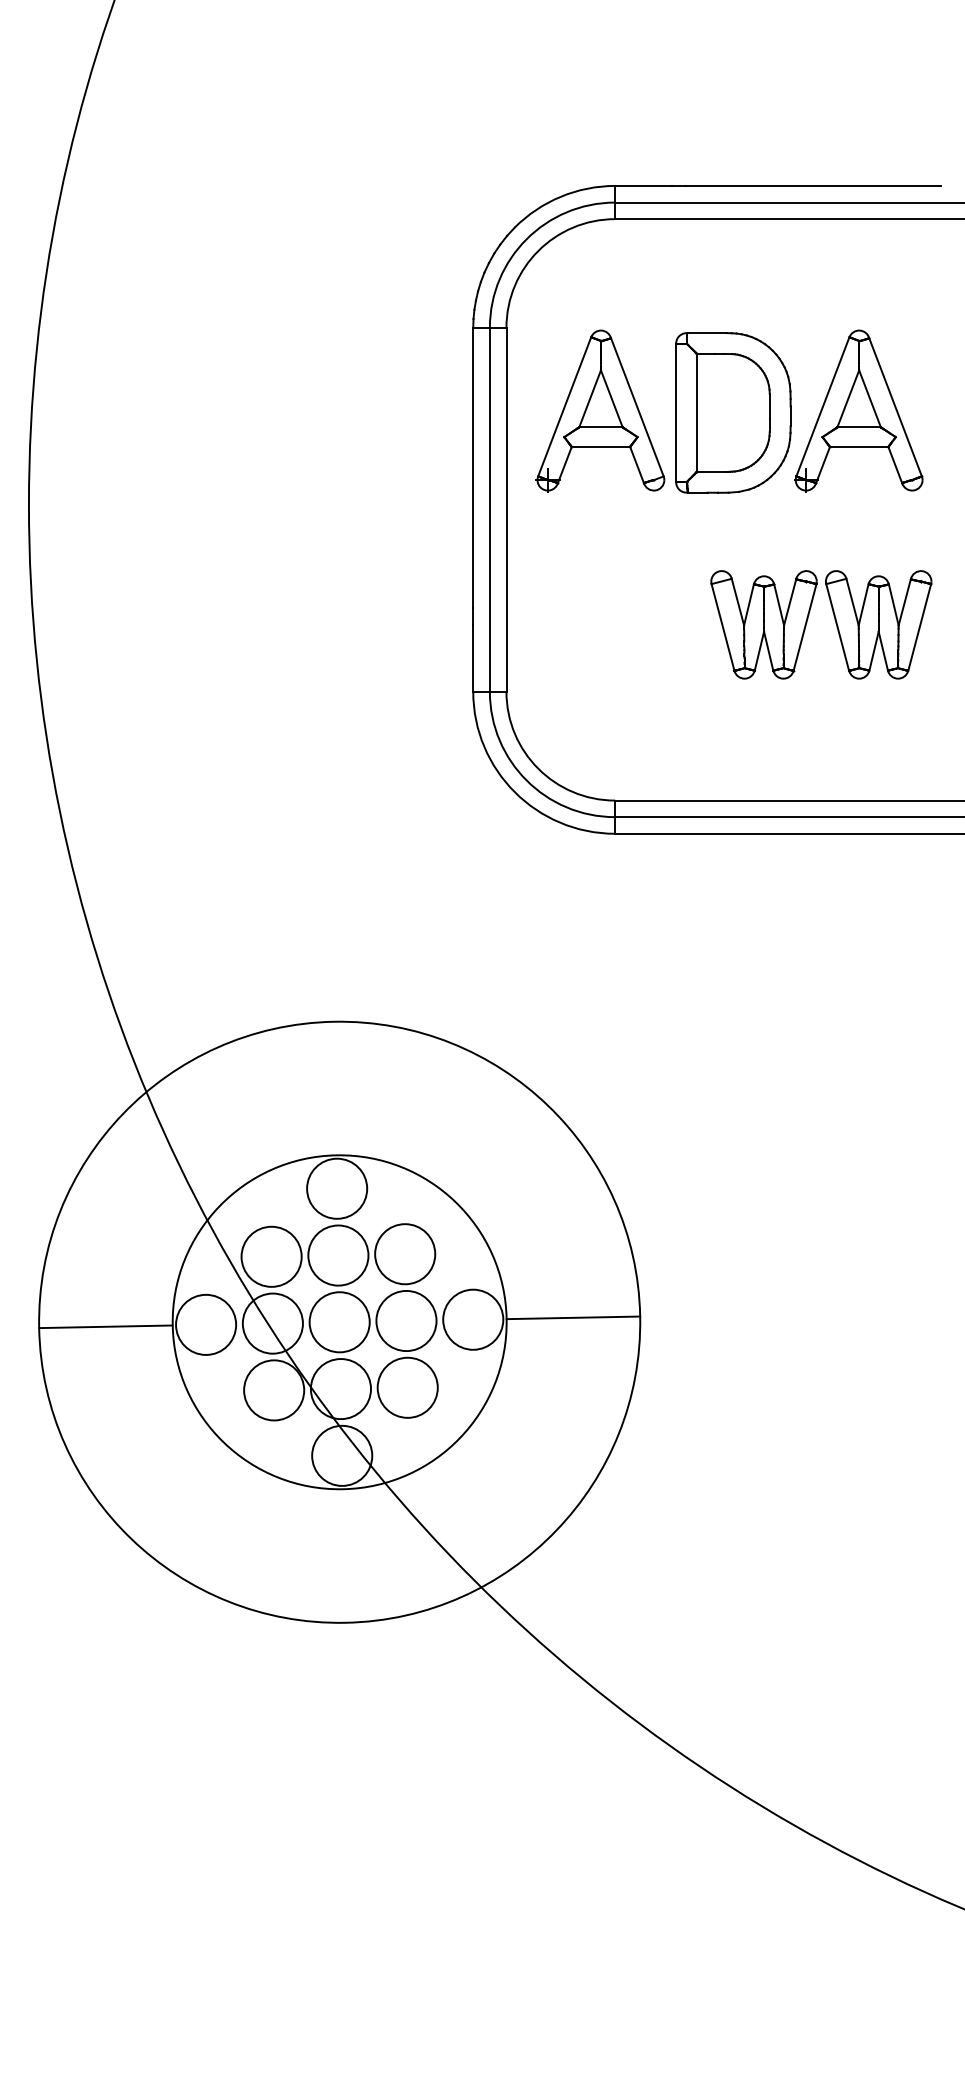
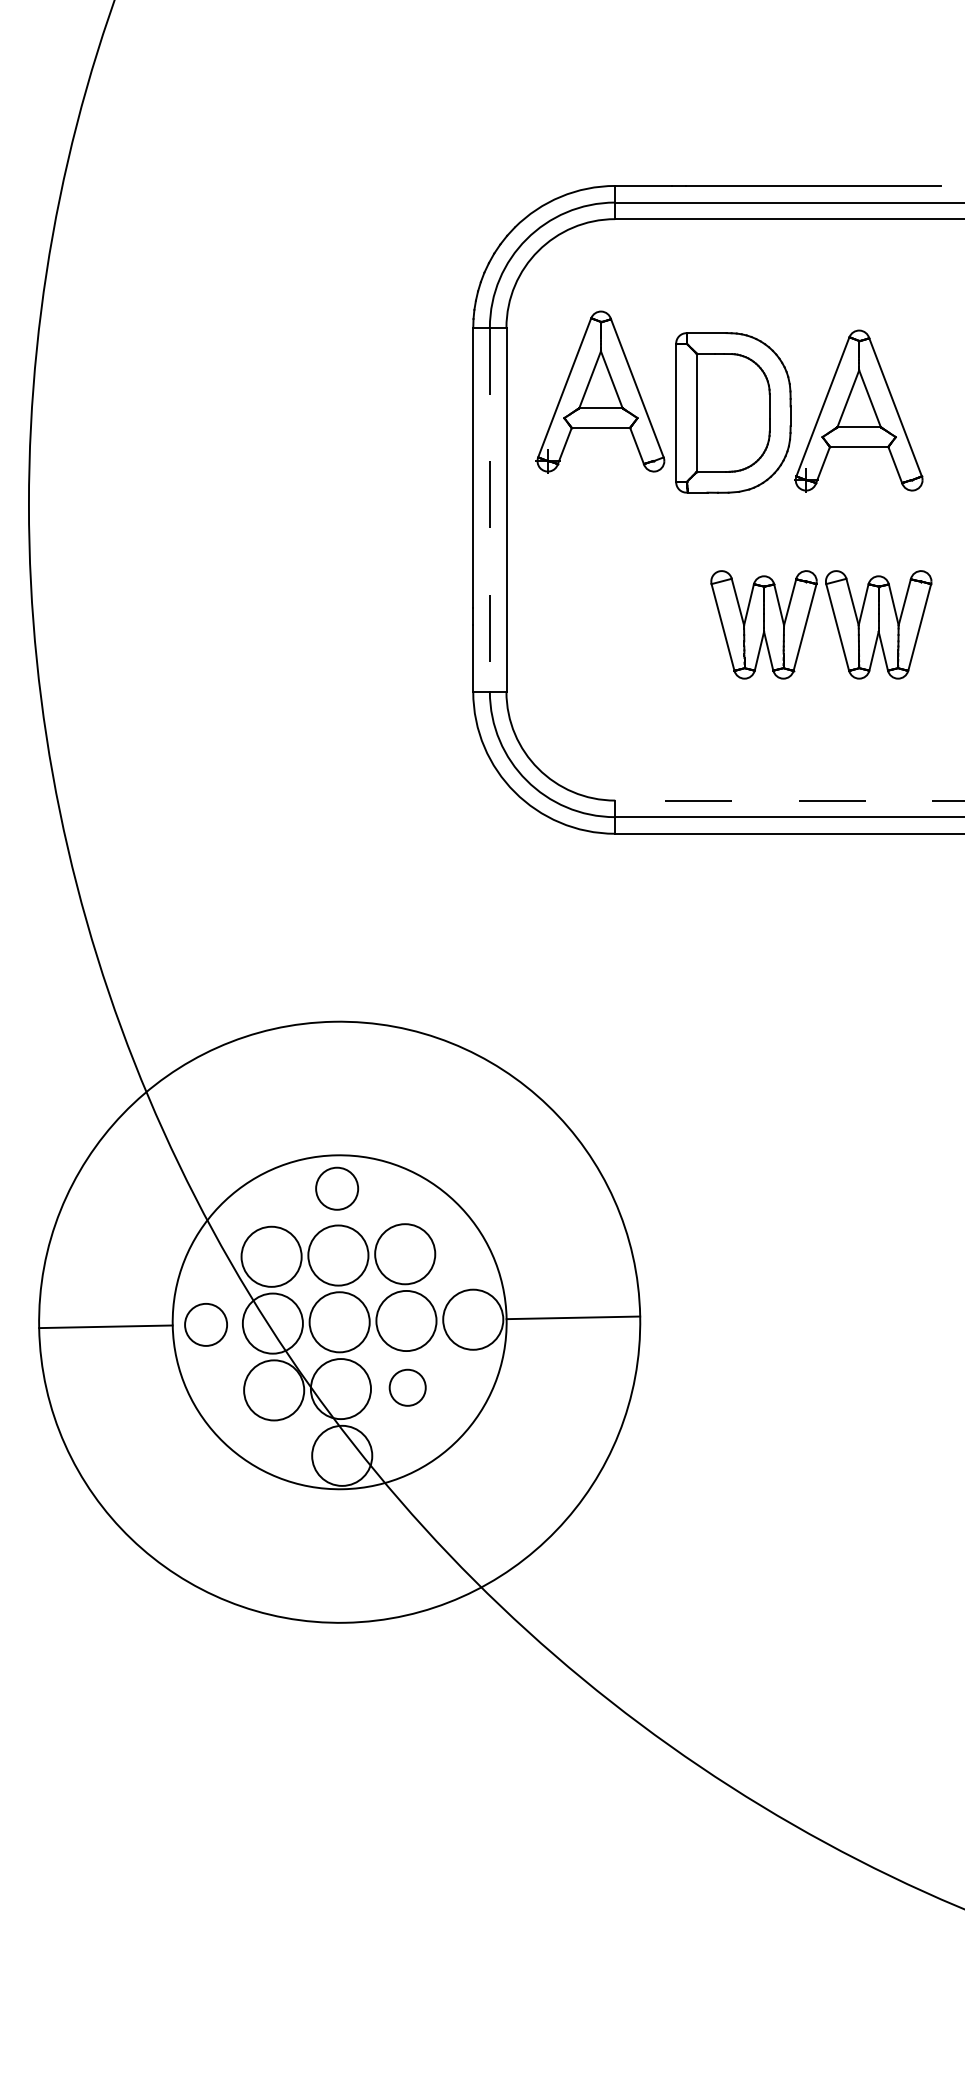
part at (600, 410) position: (600, 410) -> (600, 391)
line at (489, 509): solid -> dashed
line at (789, 800): solid -> dashed
circle at (337, 1188) diameter: 60 px -> 42 px
circle at (206, 1324) diameter: 60 px -> 42 px
circle at (407, 1387) diameter: 60 px -> 36 px
